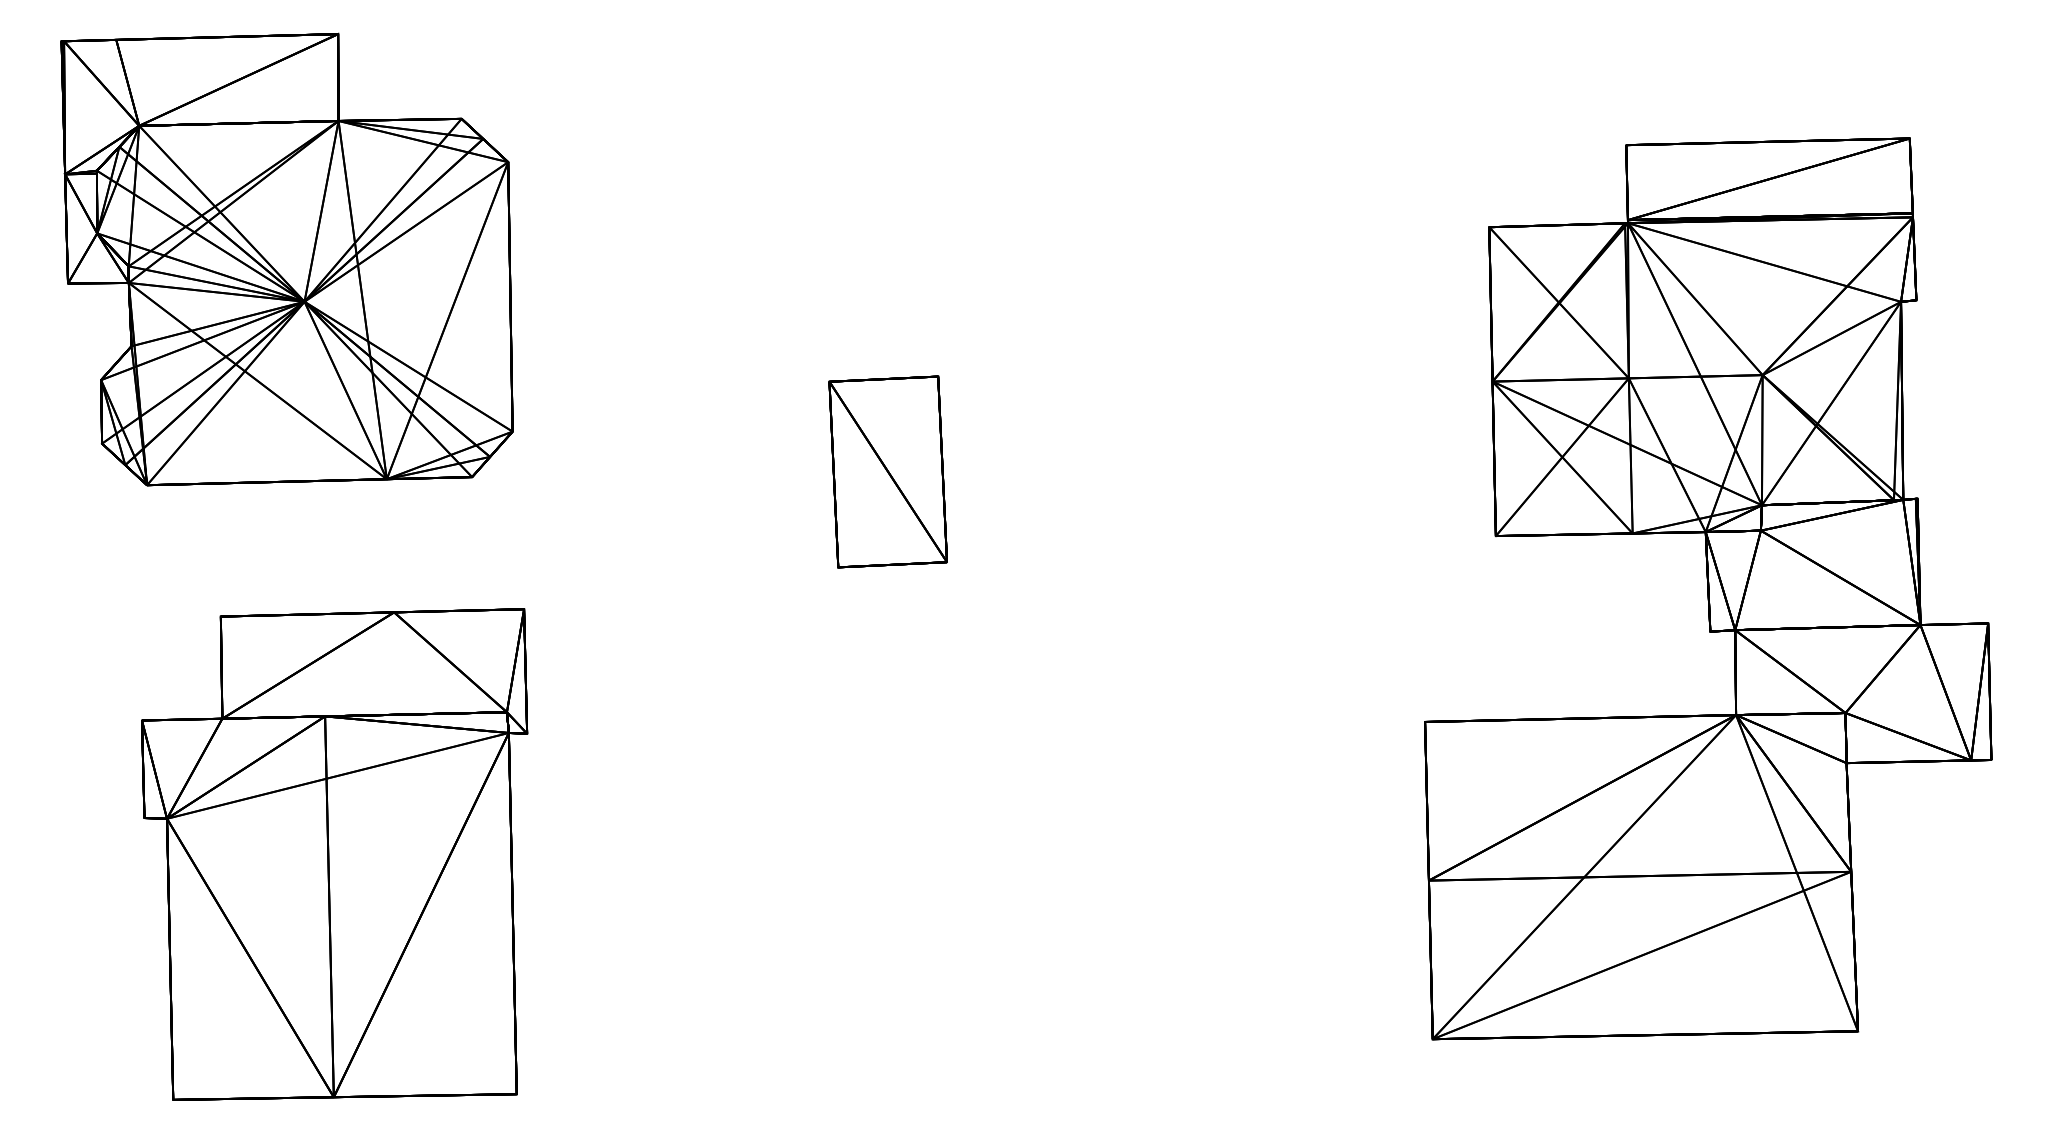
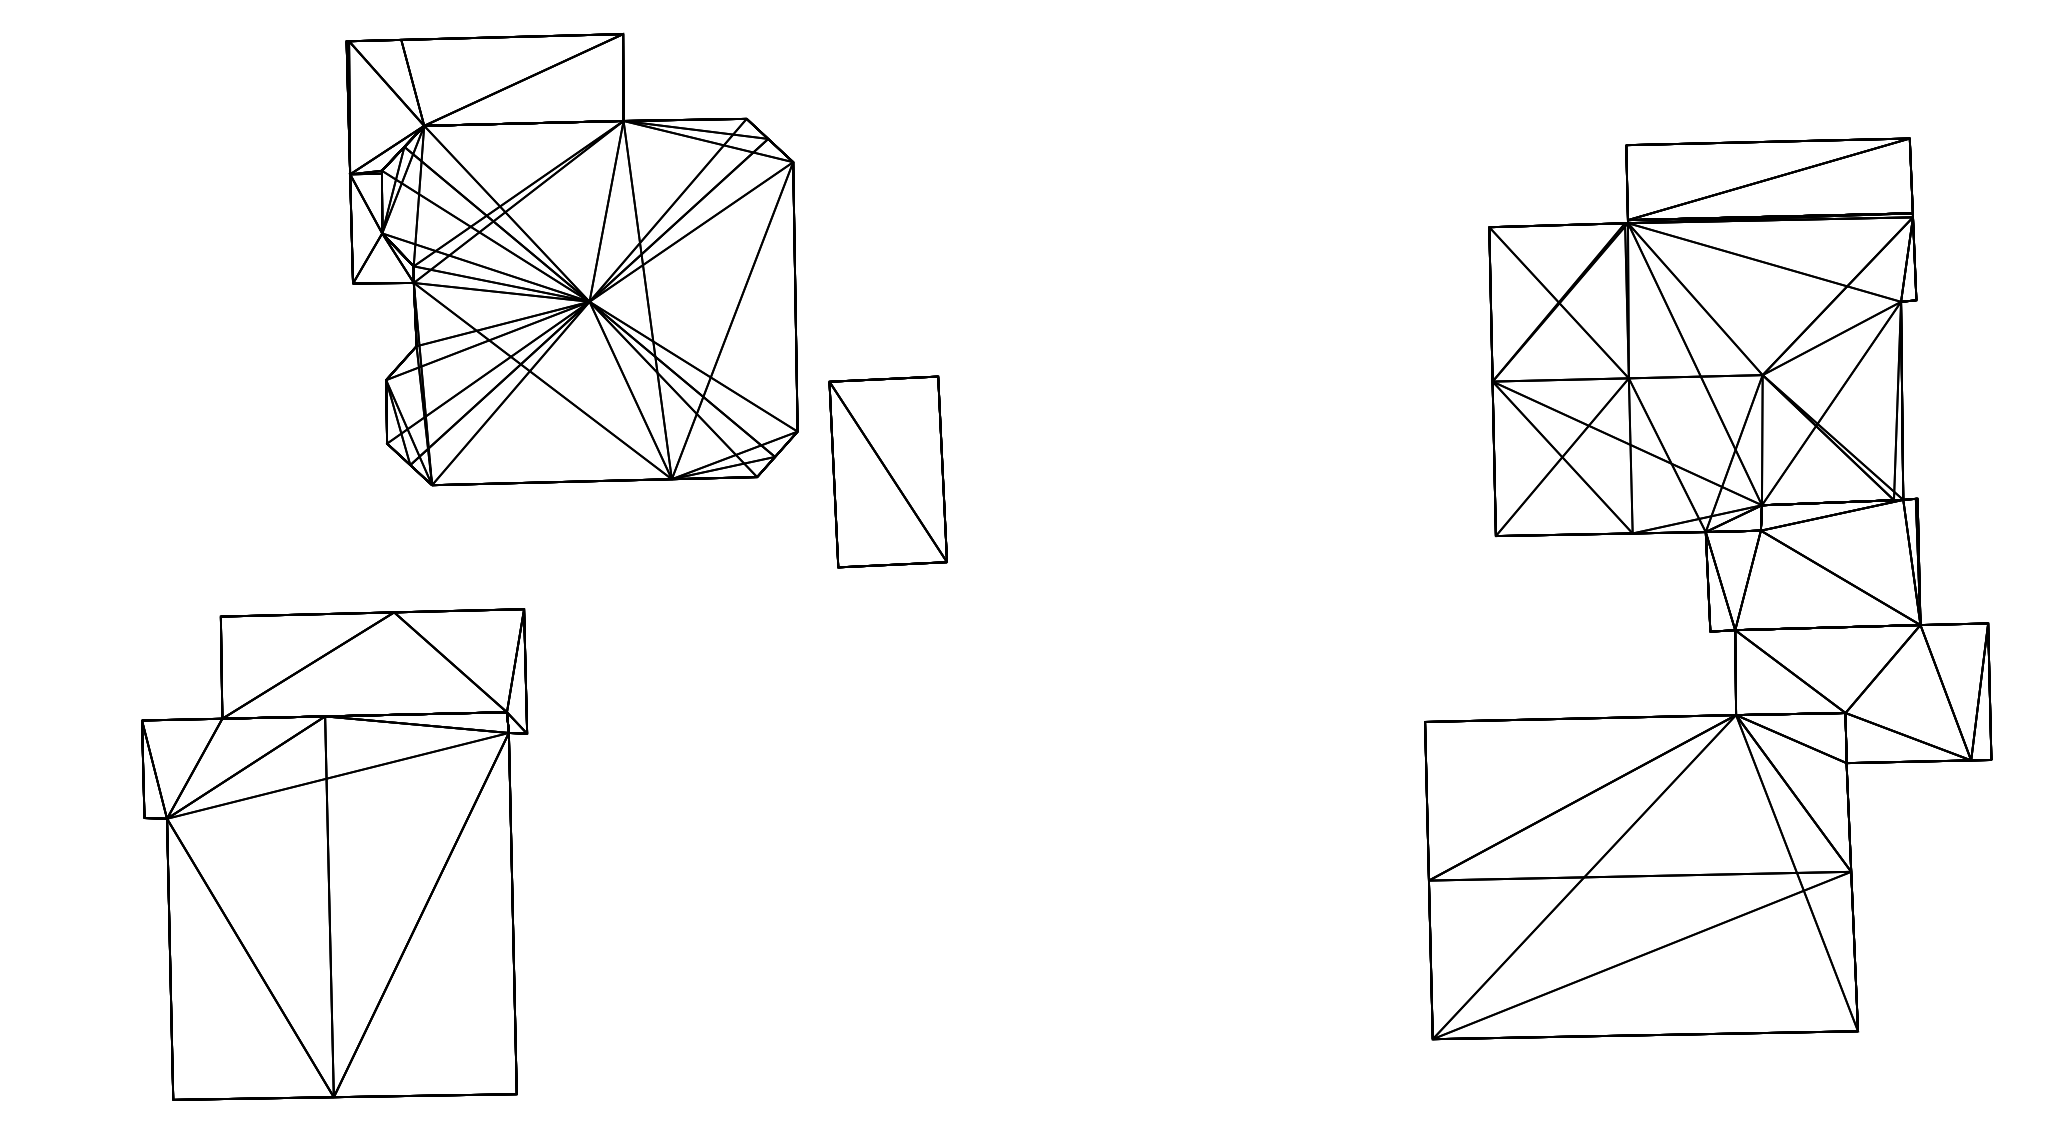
part at (286, 259) position: (286, 259) -> (571, 259)
